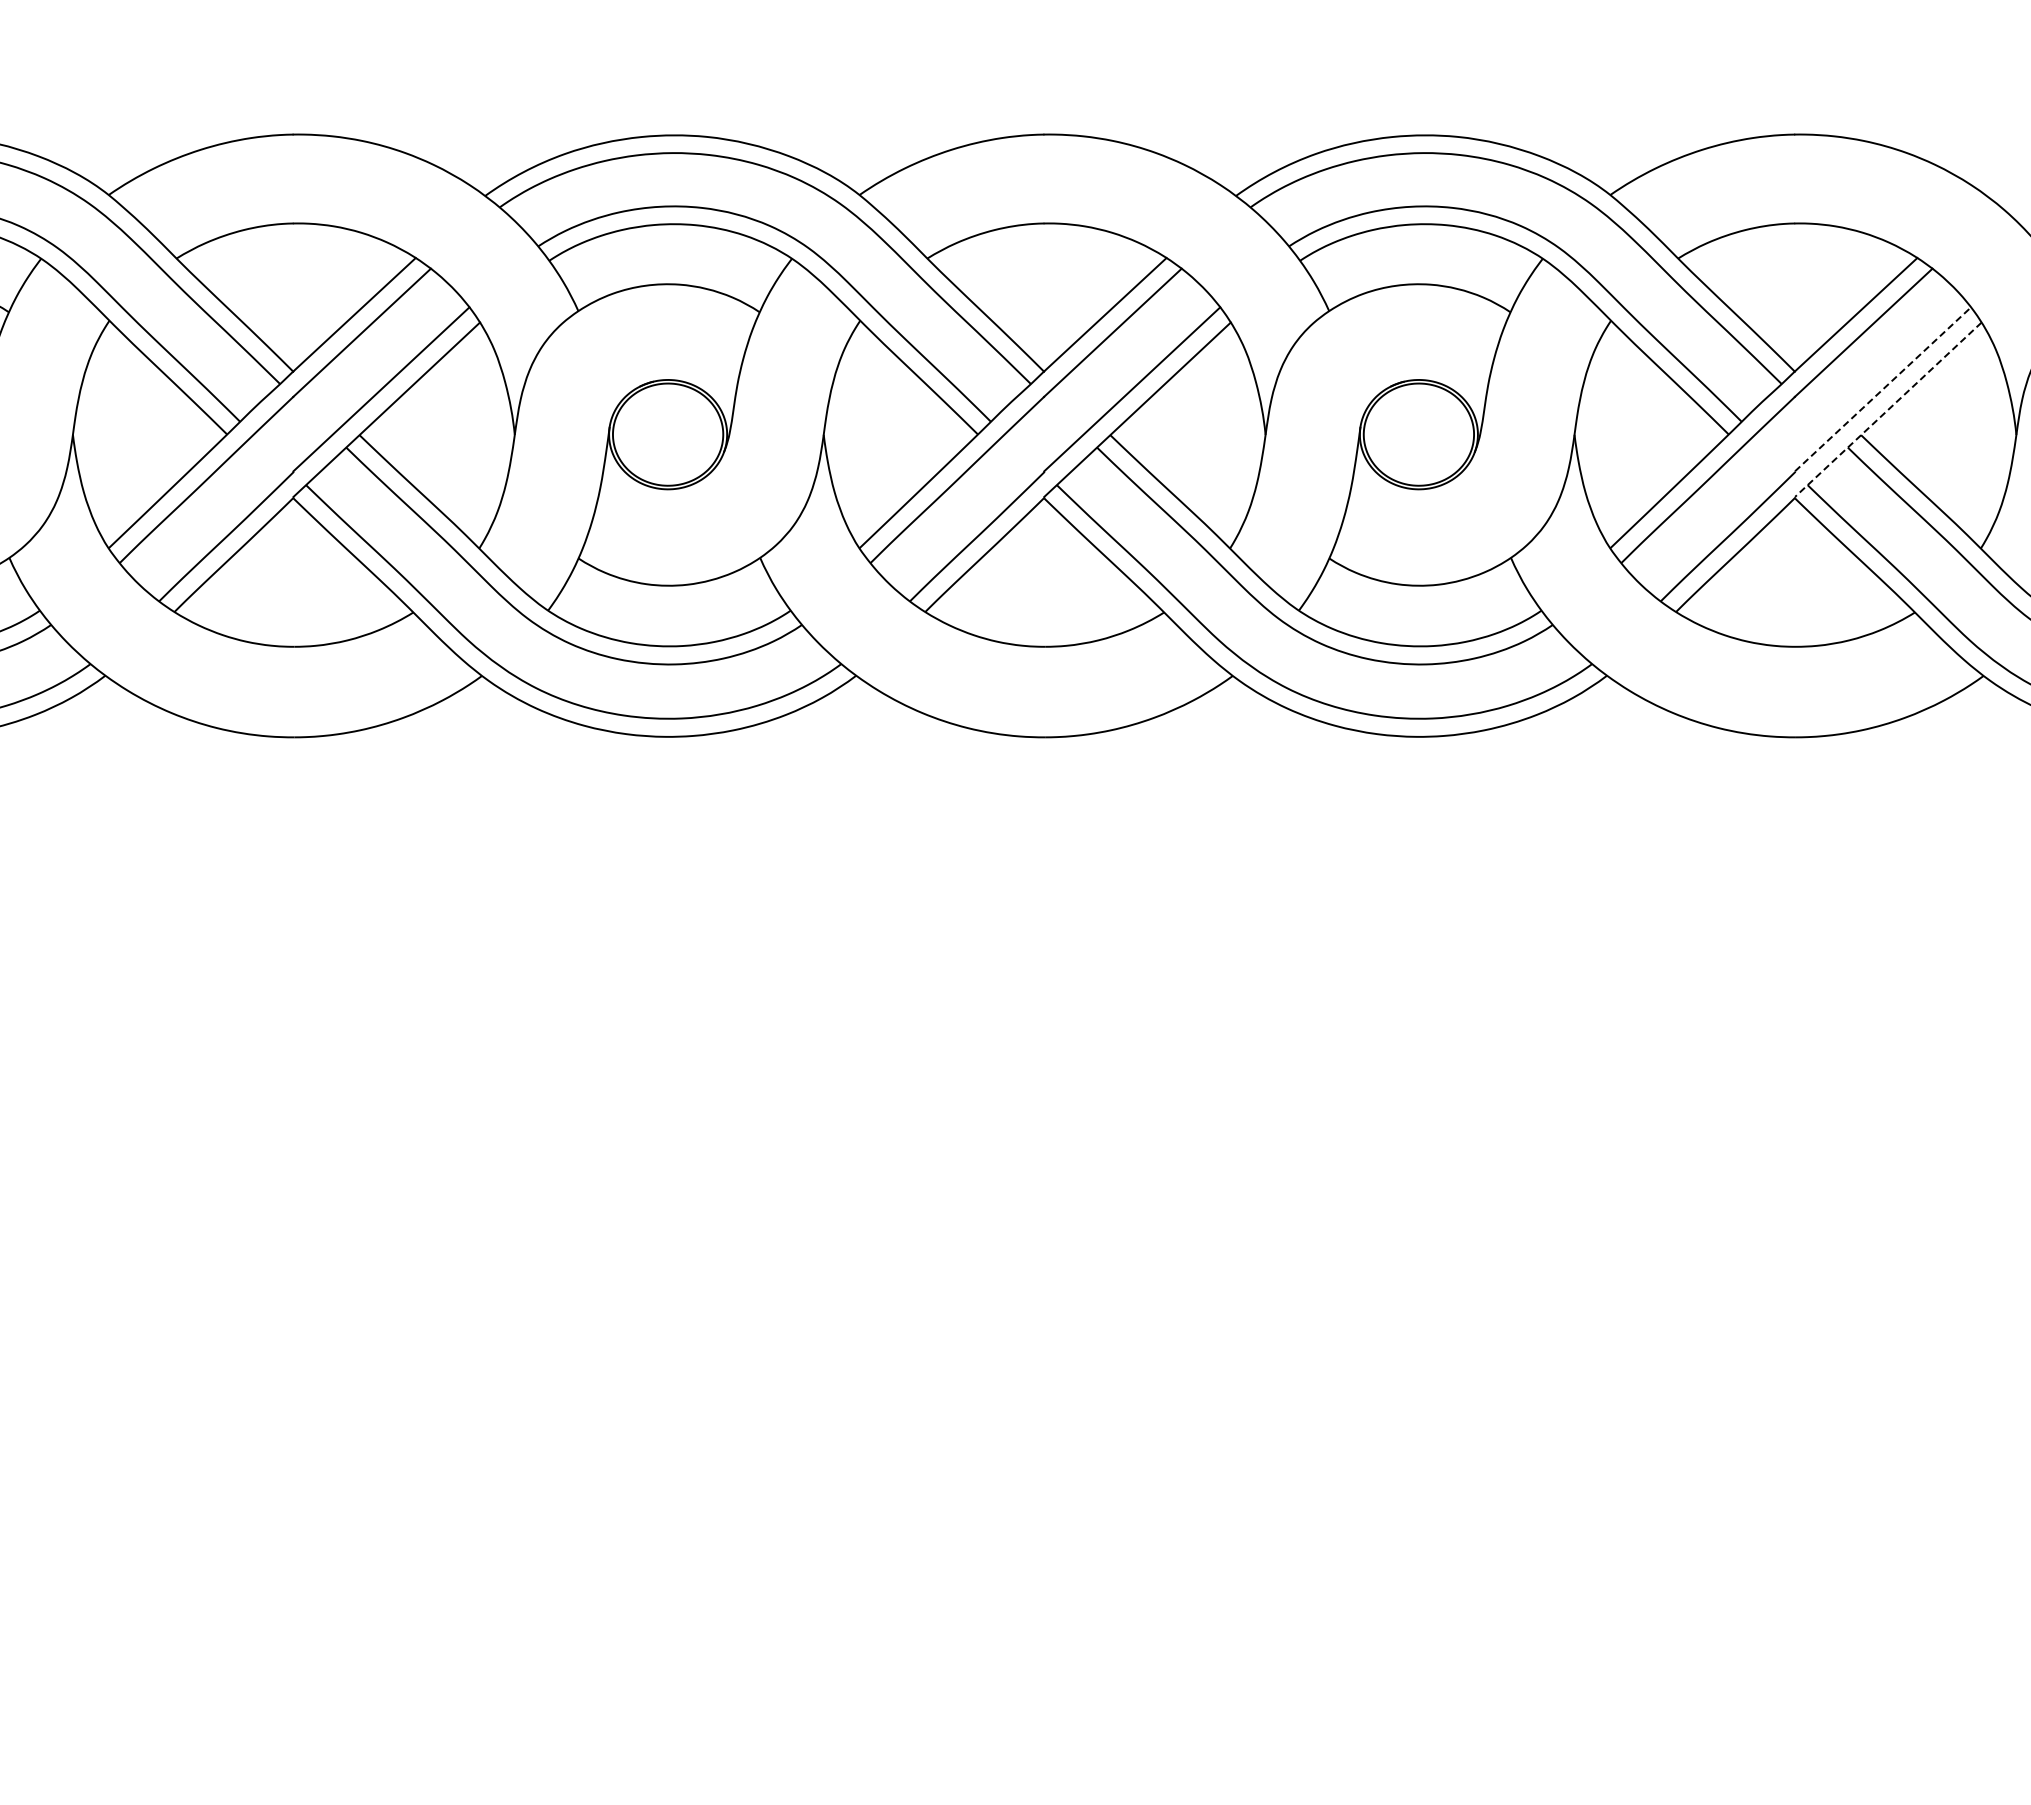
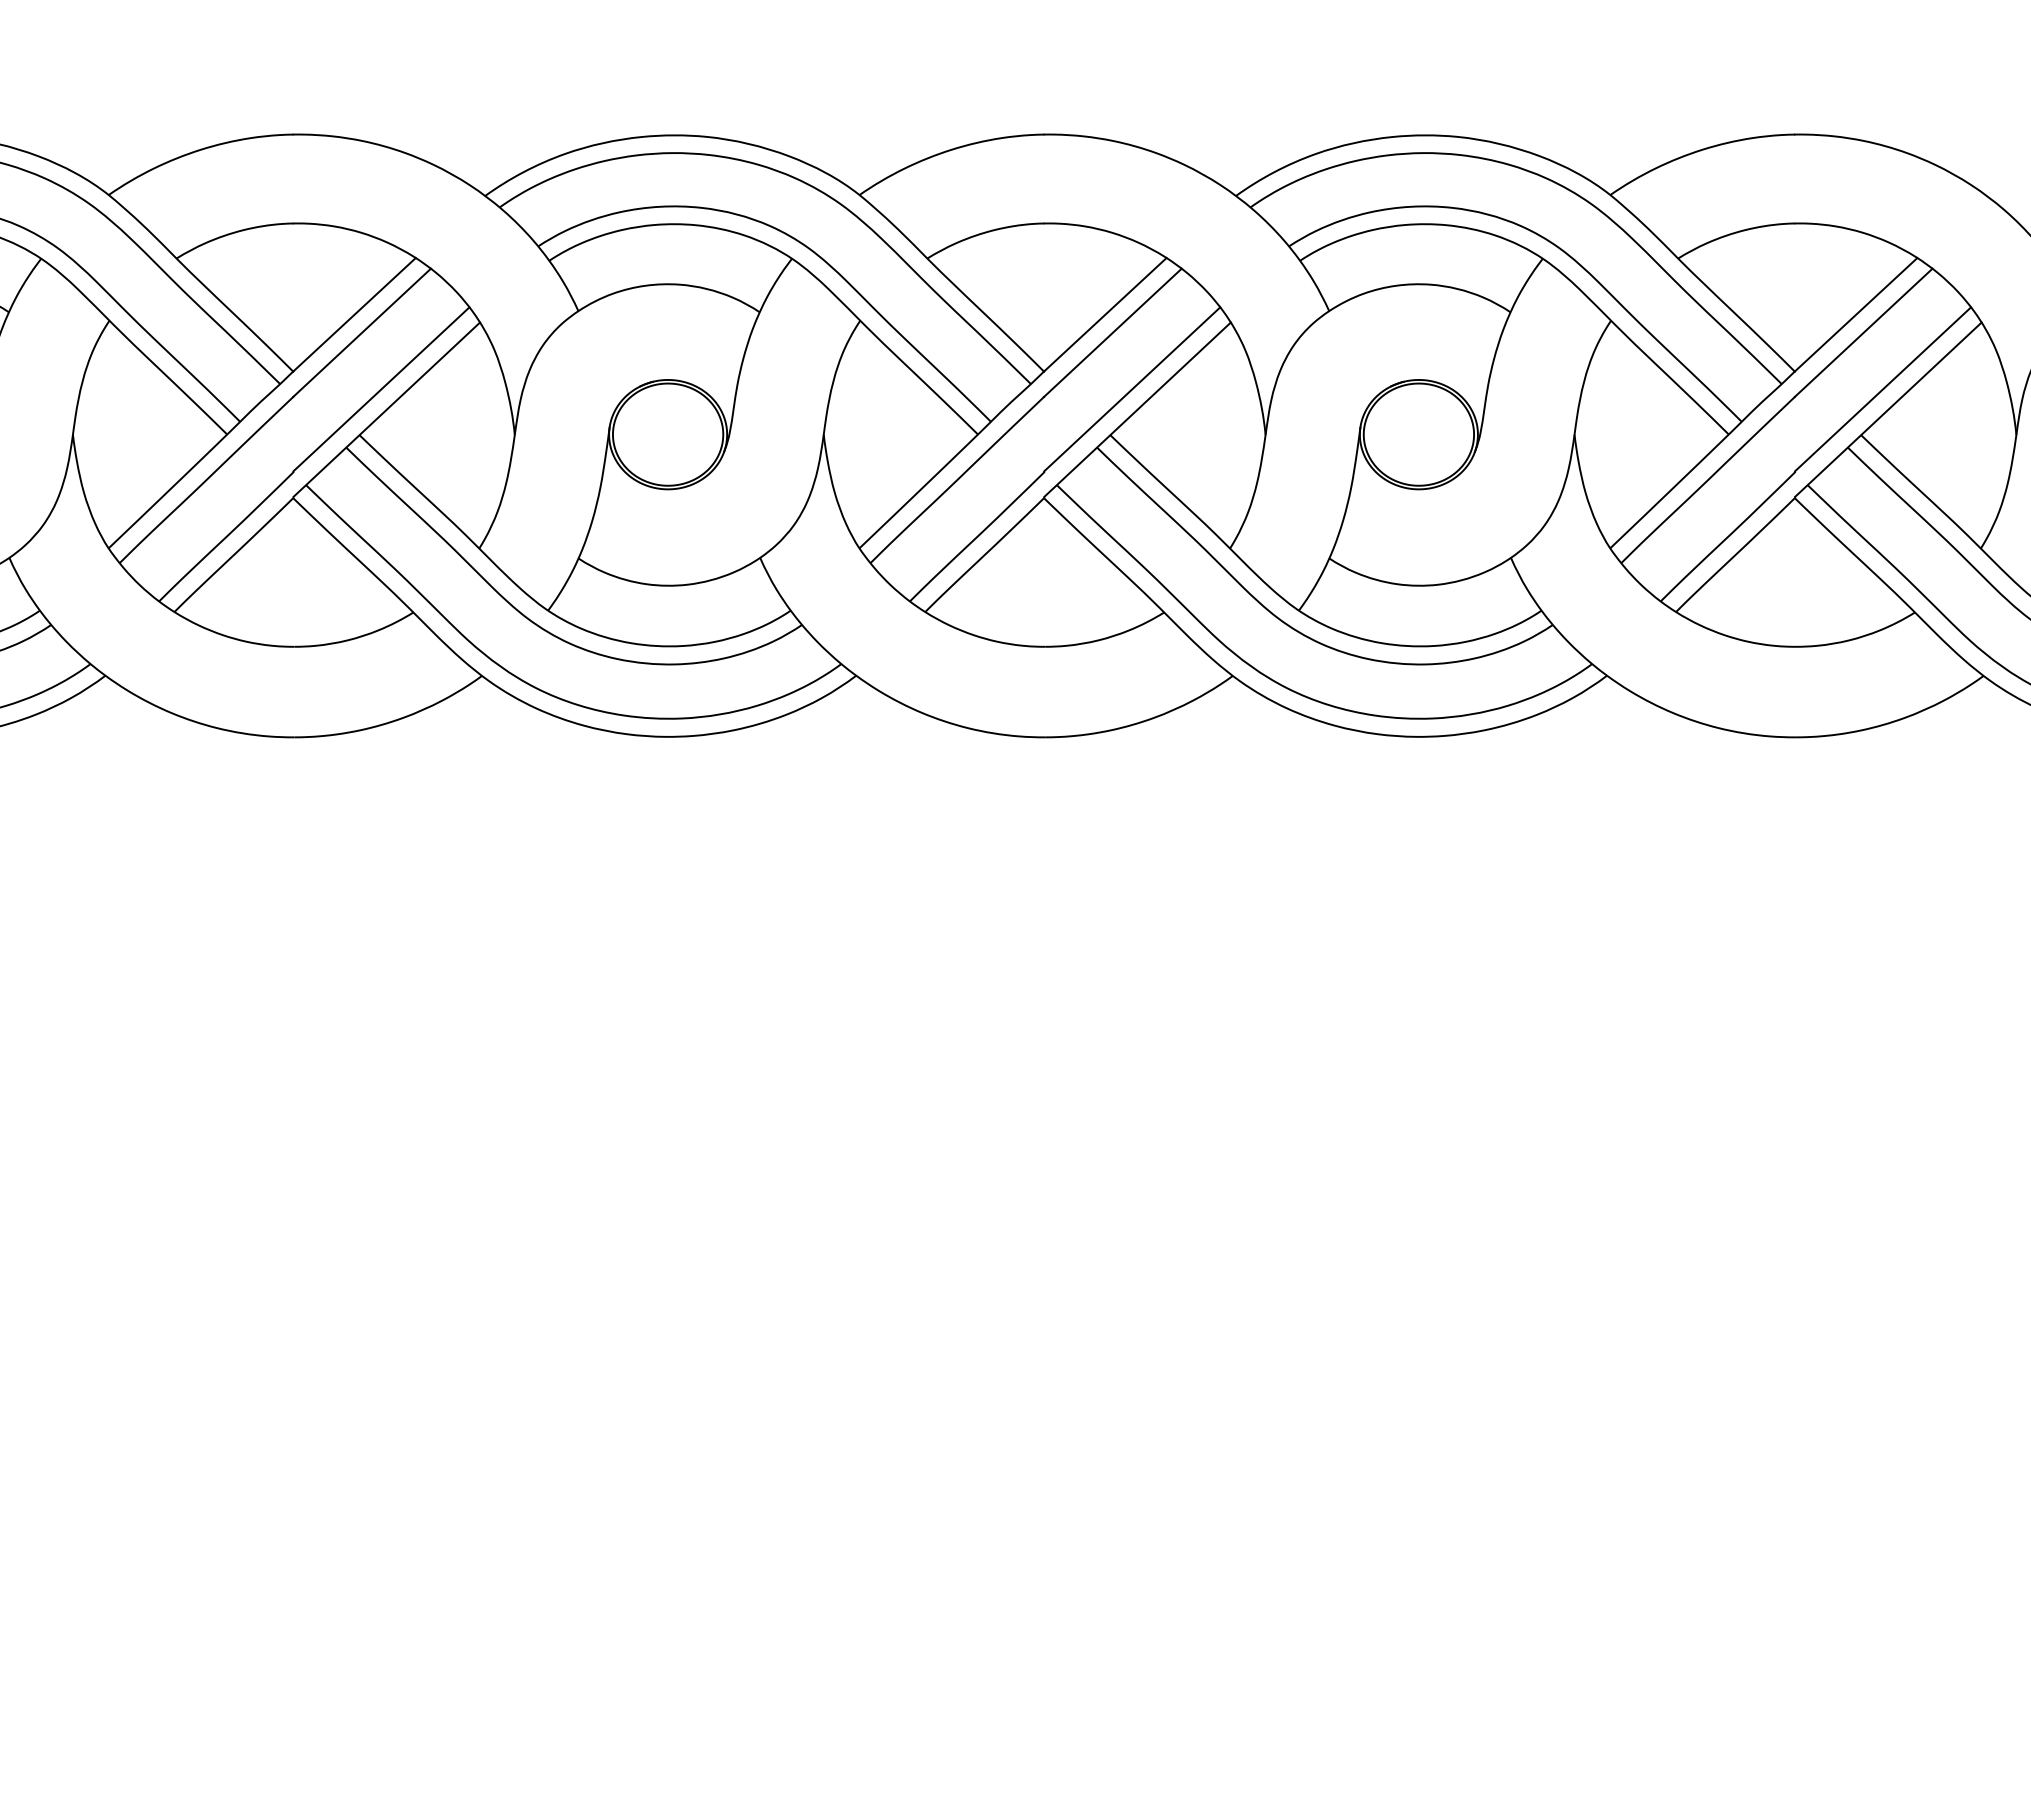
line at (1883, 388): dashed -> solid
line at (1888, 409): dashed -> solid
